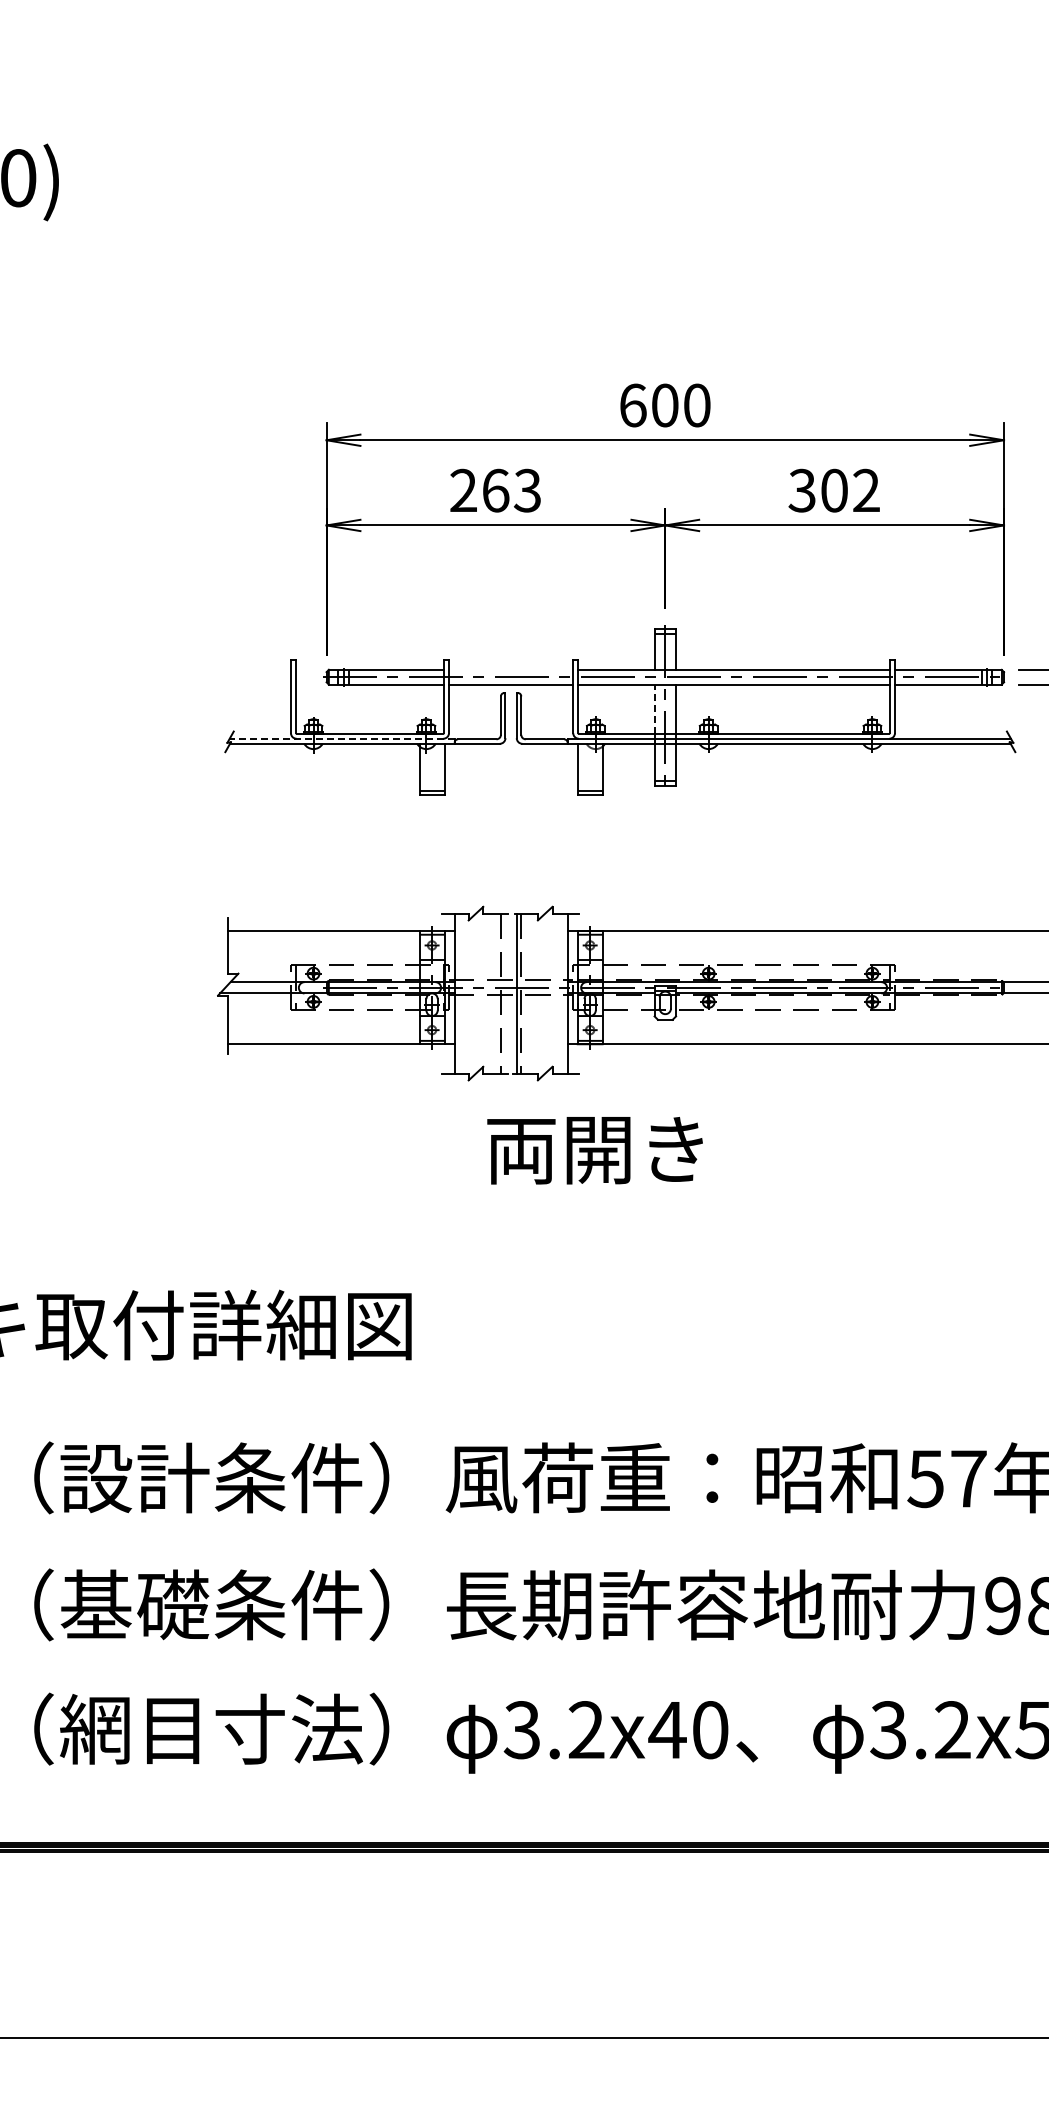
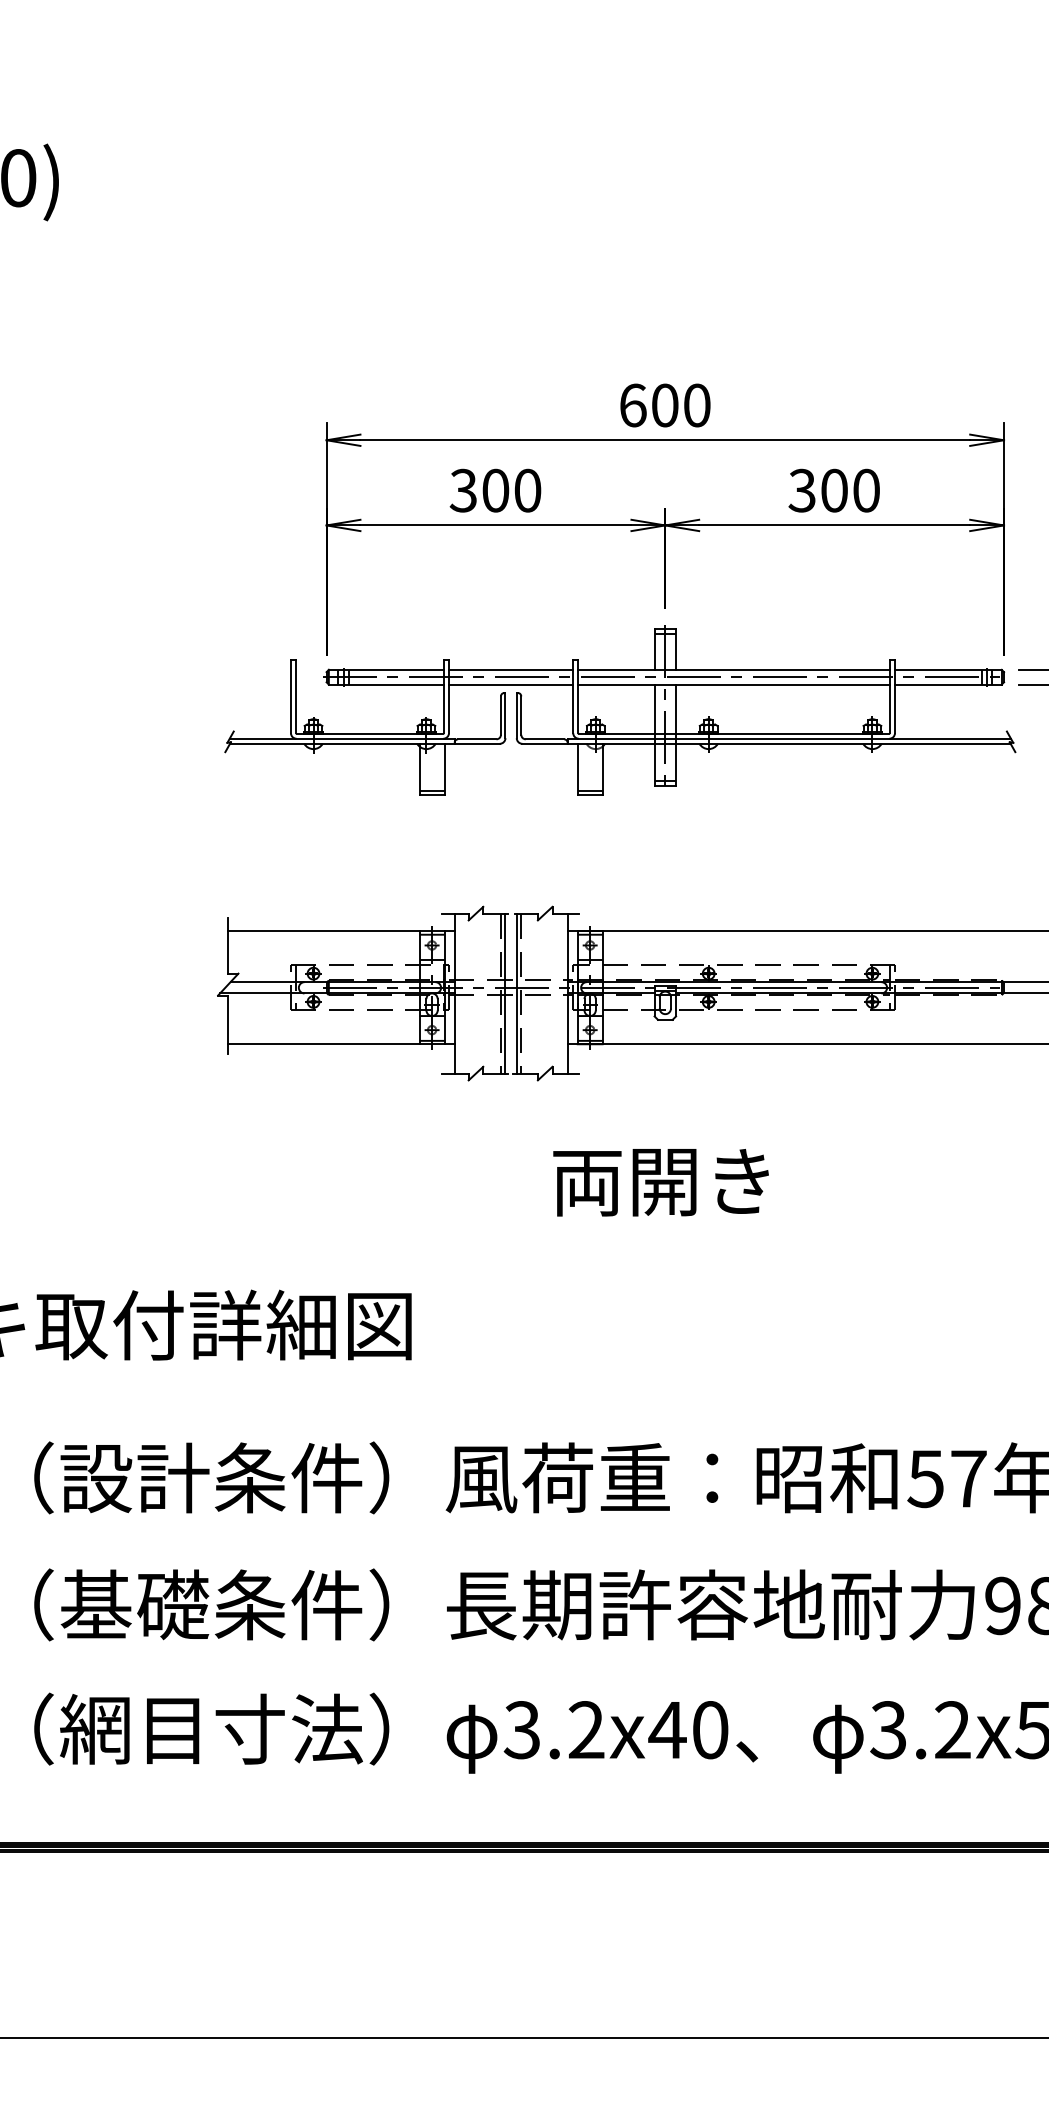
text at (495, 490): 263 -> 300
text at (866, 490): 302 -> 300
line at (511, 669): none -> present
line at (654, 709): dashed -> solid
line at (341, 738): dashed -> solid
line at (505, 993): none -> present
text at (594, 1150) position: (594, 1150) -> (660, 1182)
